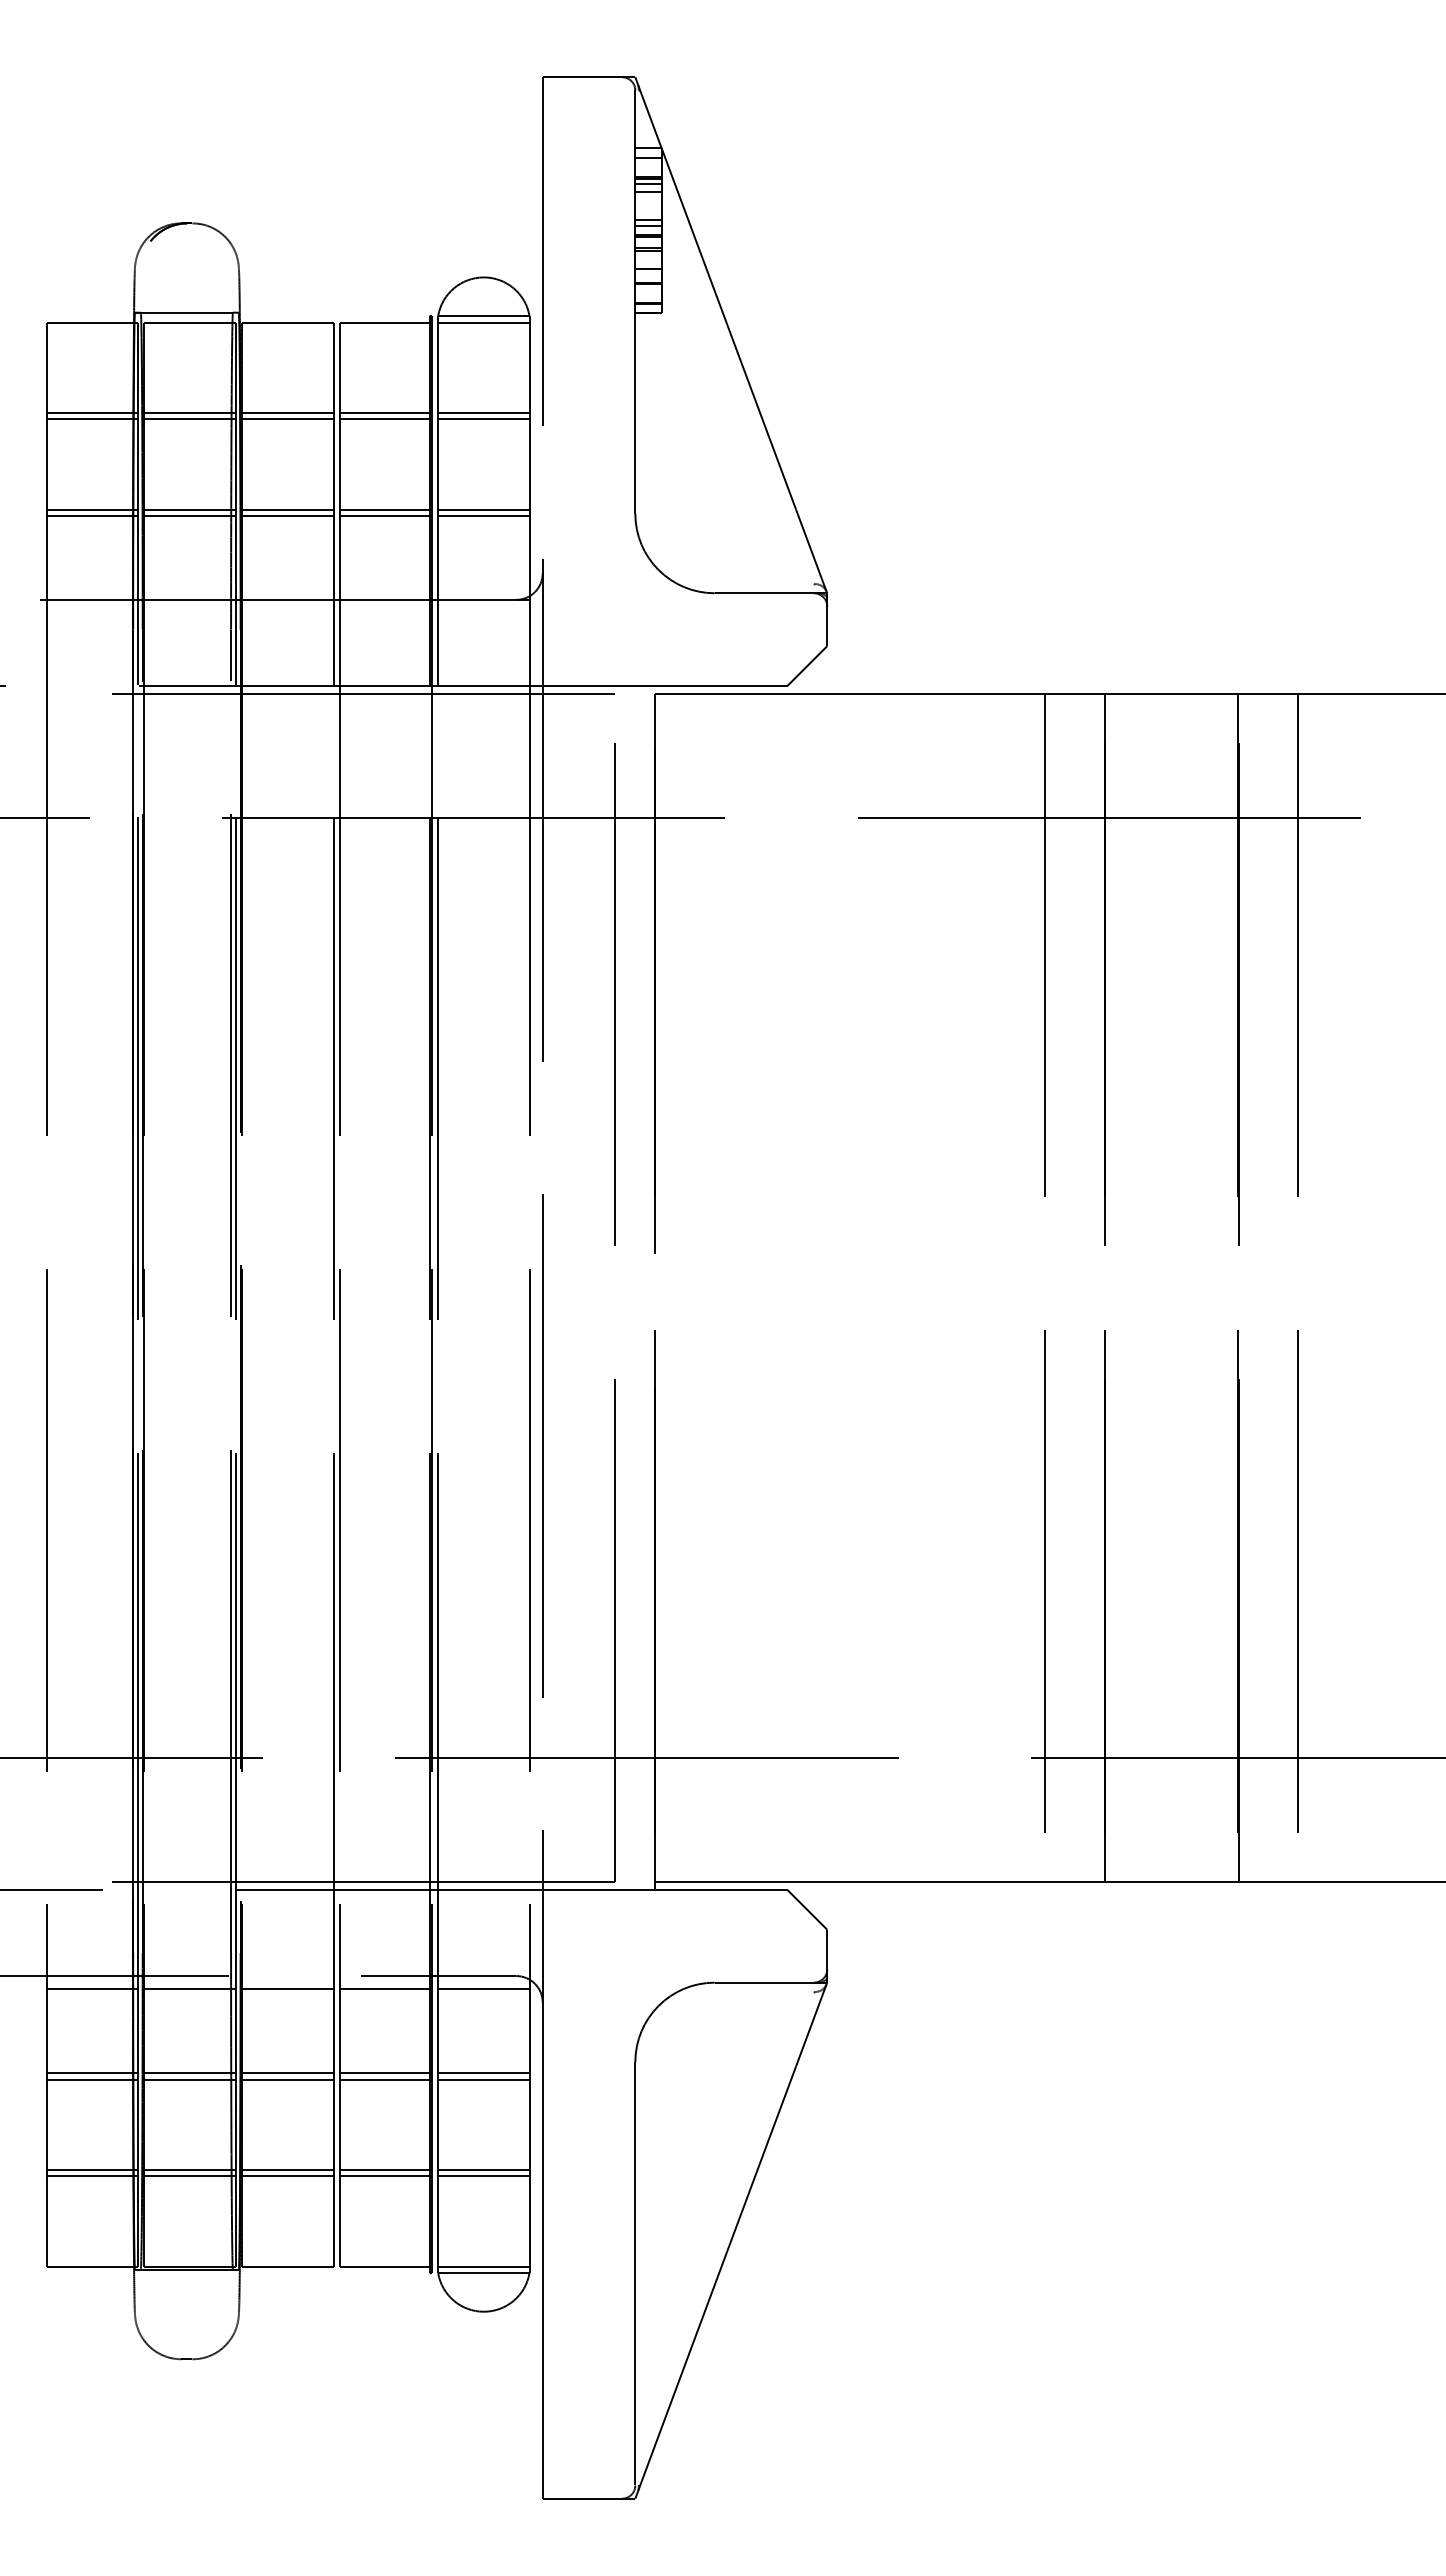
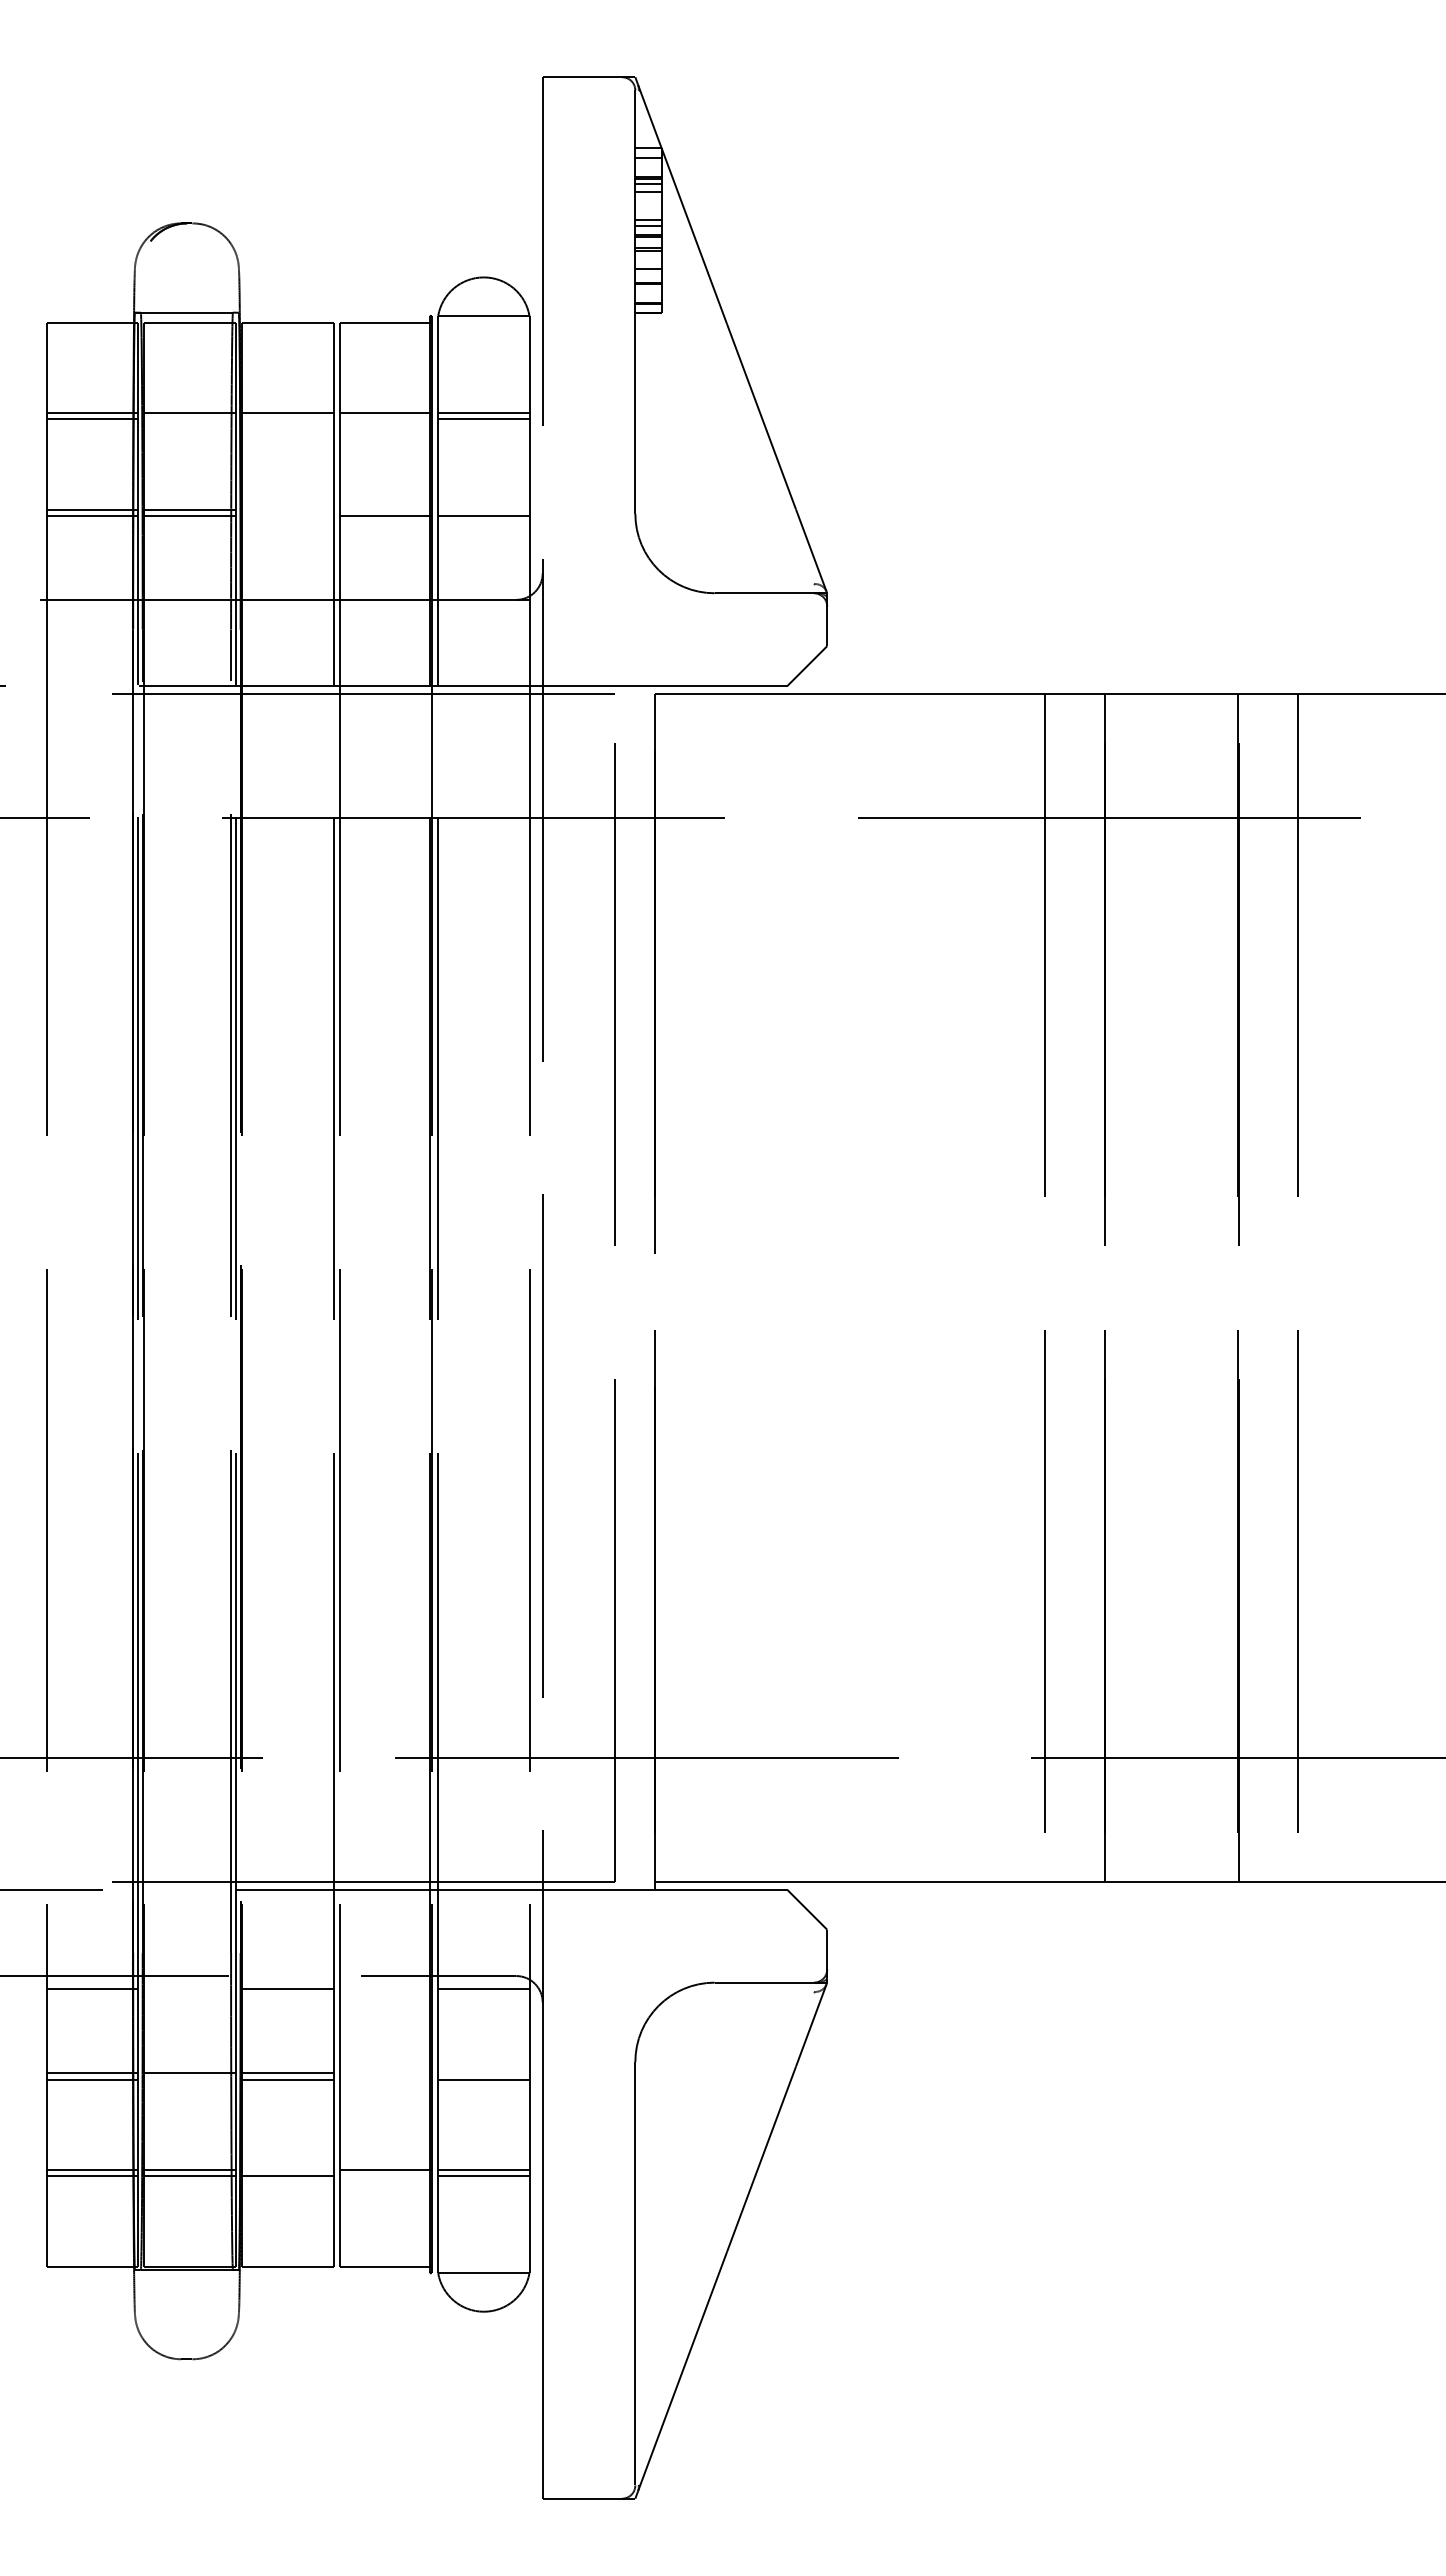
line at (483, 322): present -> none
line at (189, 419): present -> none
line at (287, 419): present -> none
line at (385, 419): present -> none
line at (287, 509): present -> none
line at (385, 509): present -> none
line at (483, 509): present -> none
line at (287, 516): present -> none
line at (189, 1989): present -> none
line at (385, 1989): present -> none
line at (385, 2072): present -> none
line at (483, 2072): present -> none
line at (189, 2079): present -> none
line at (385, 2079): present -> none
line at (287, 2169): present -> none
line at (385, 2176): present -> none
line at (483, 2266): present -> none
